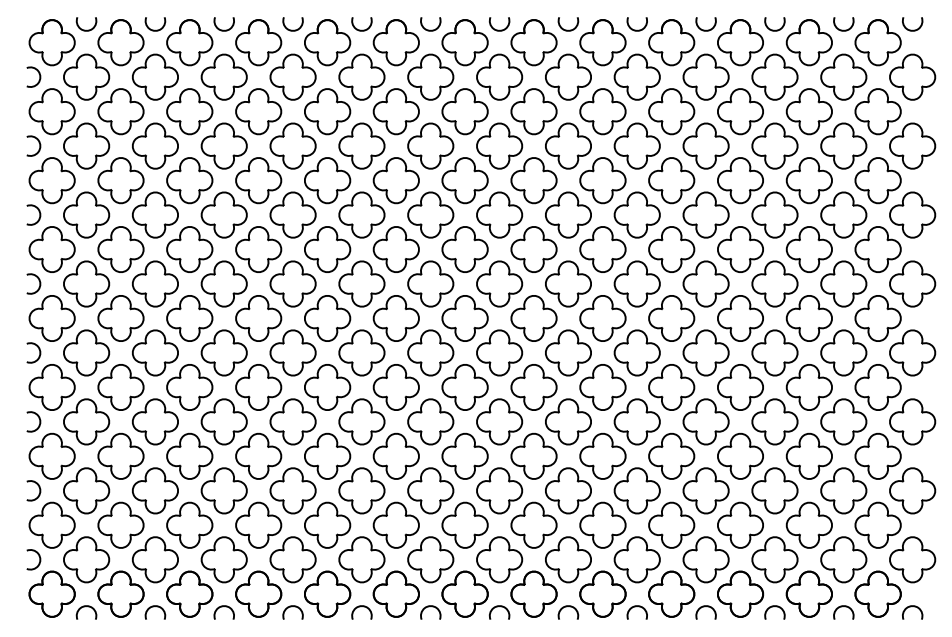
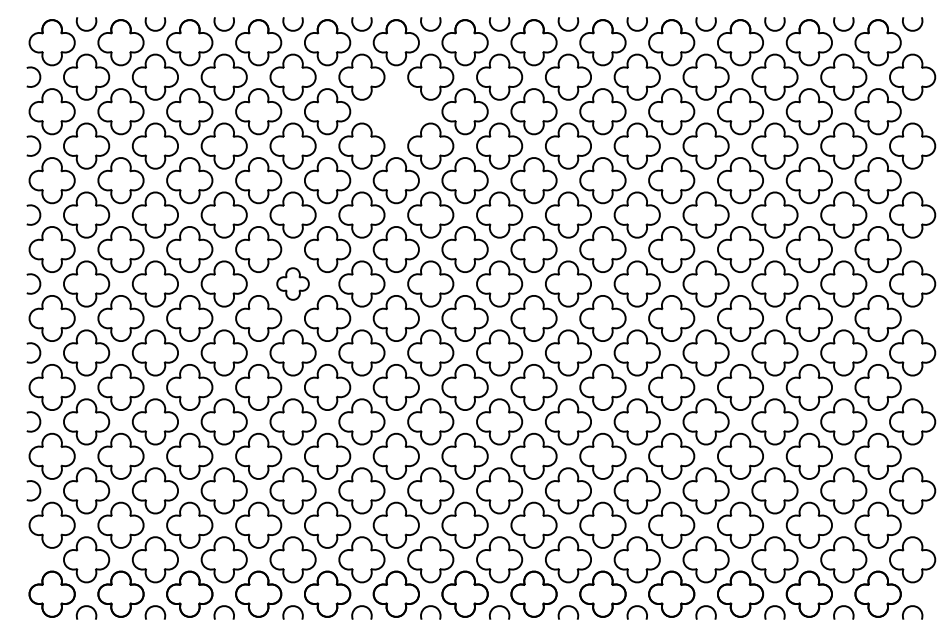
part at (395, 111): present -> none
part at (292, 283) size: 48x48 px -> 34x34 px
arc at (38, 556): present -> none
